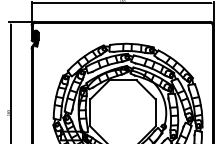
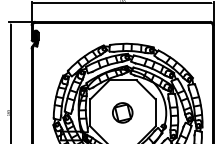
part at (122, 112): none -> present
